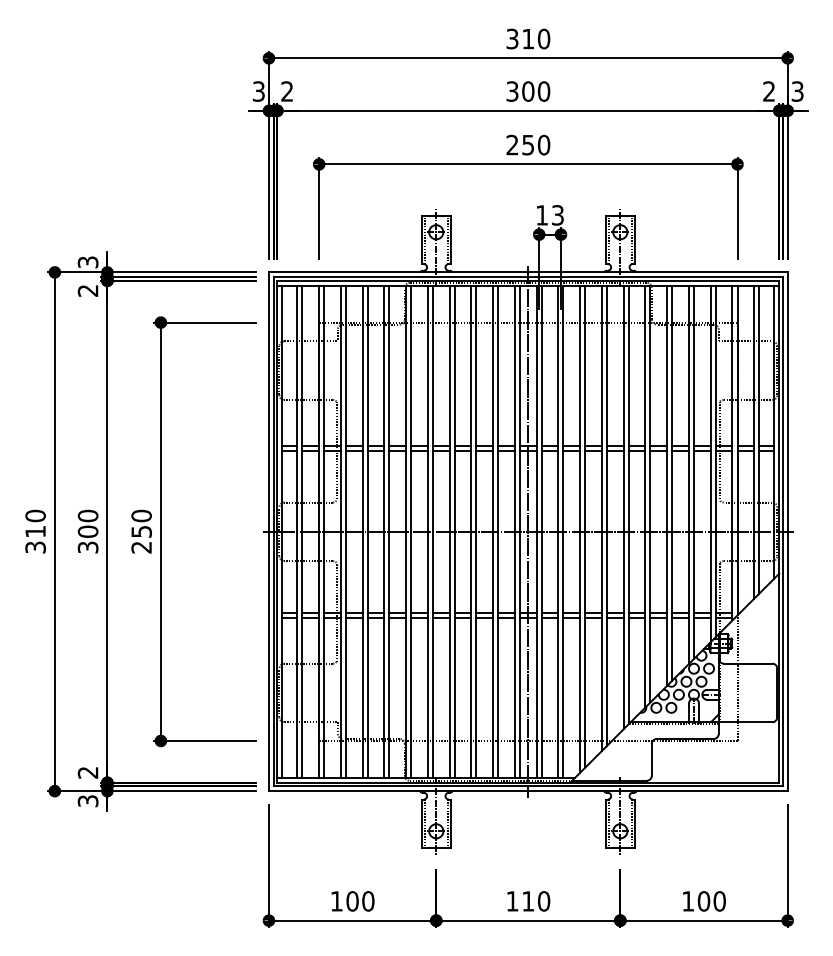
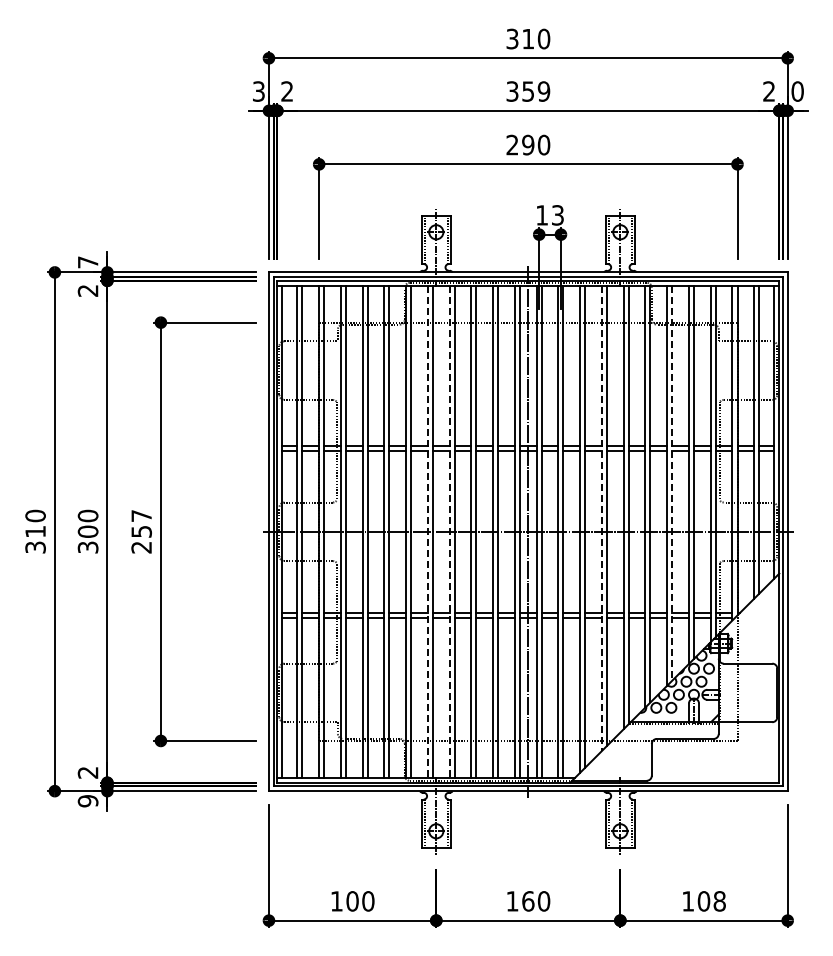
text at (536, 91): 300 -> 359
text at (797, 91): 3 -> 0
text at (528, 144): 250 -> 290
text at (87, 262): 3 -> 7
line at (672, 483): solid -> dashed
text at (141, 515): 250 -> 257
line at (601, 518): solid -> dashed
line at (427, 531): solid -> dashed
line at (449, 531): solid -> dashed
text at (87, 801): 3 -> 9
text at (528, 901): 110 -> 160
text at (719, 901): 100 -> 108
